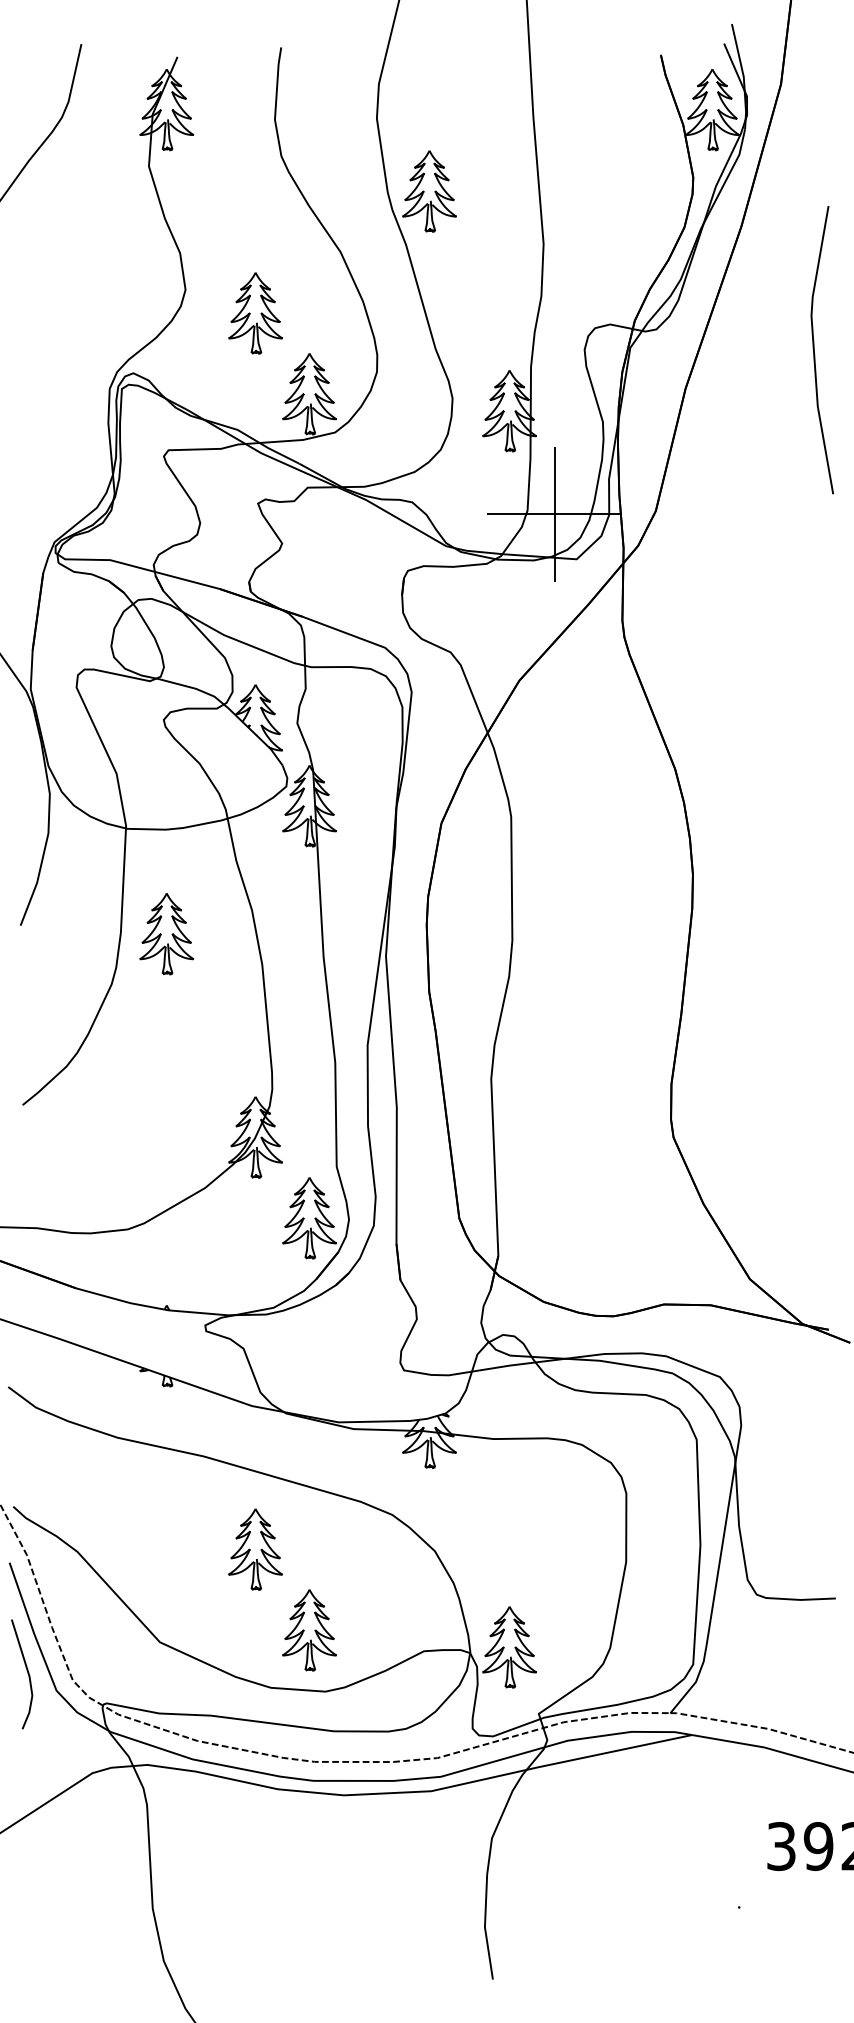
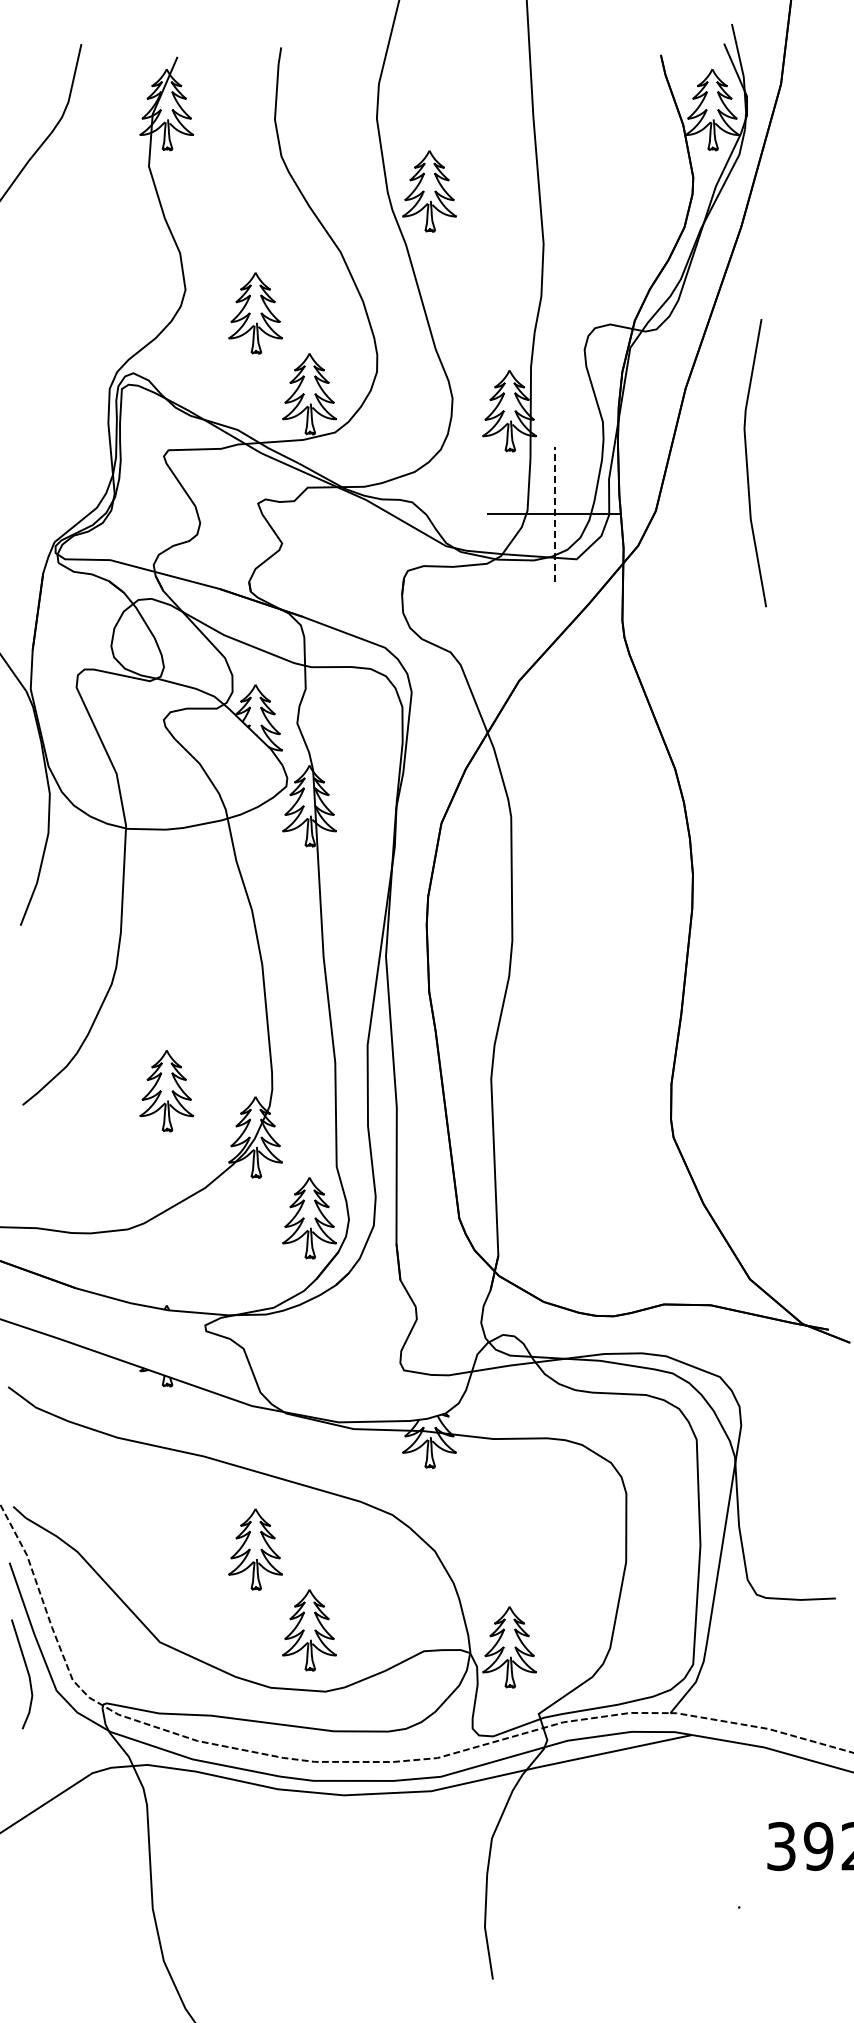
line at (814, 350) position: (814, 350) -> (747, 463)
line at (554, 514): solid -> dashed
part at (166, 934) position: (166, 934) -> (166, 1091)
